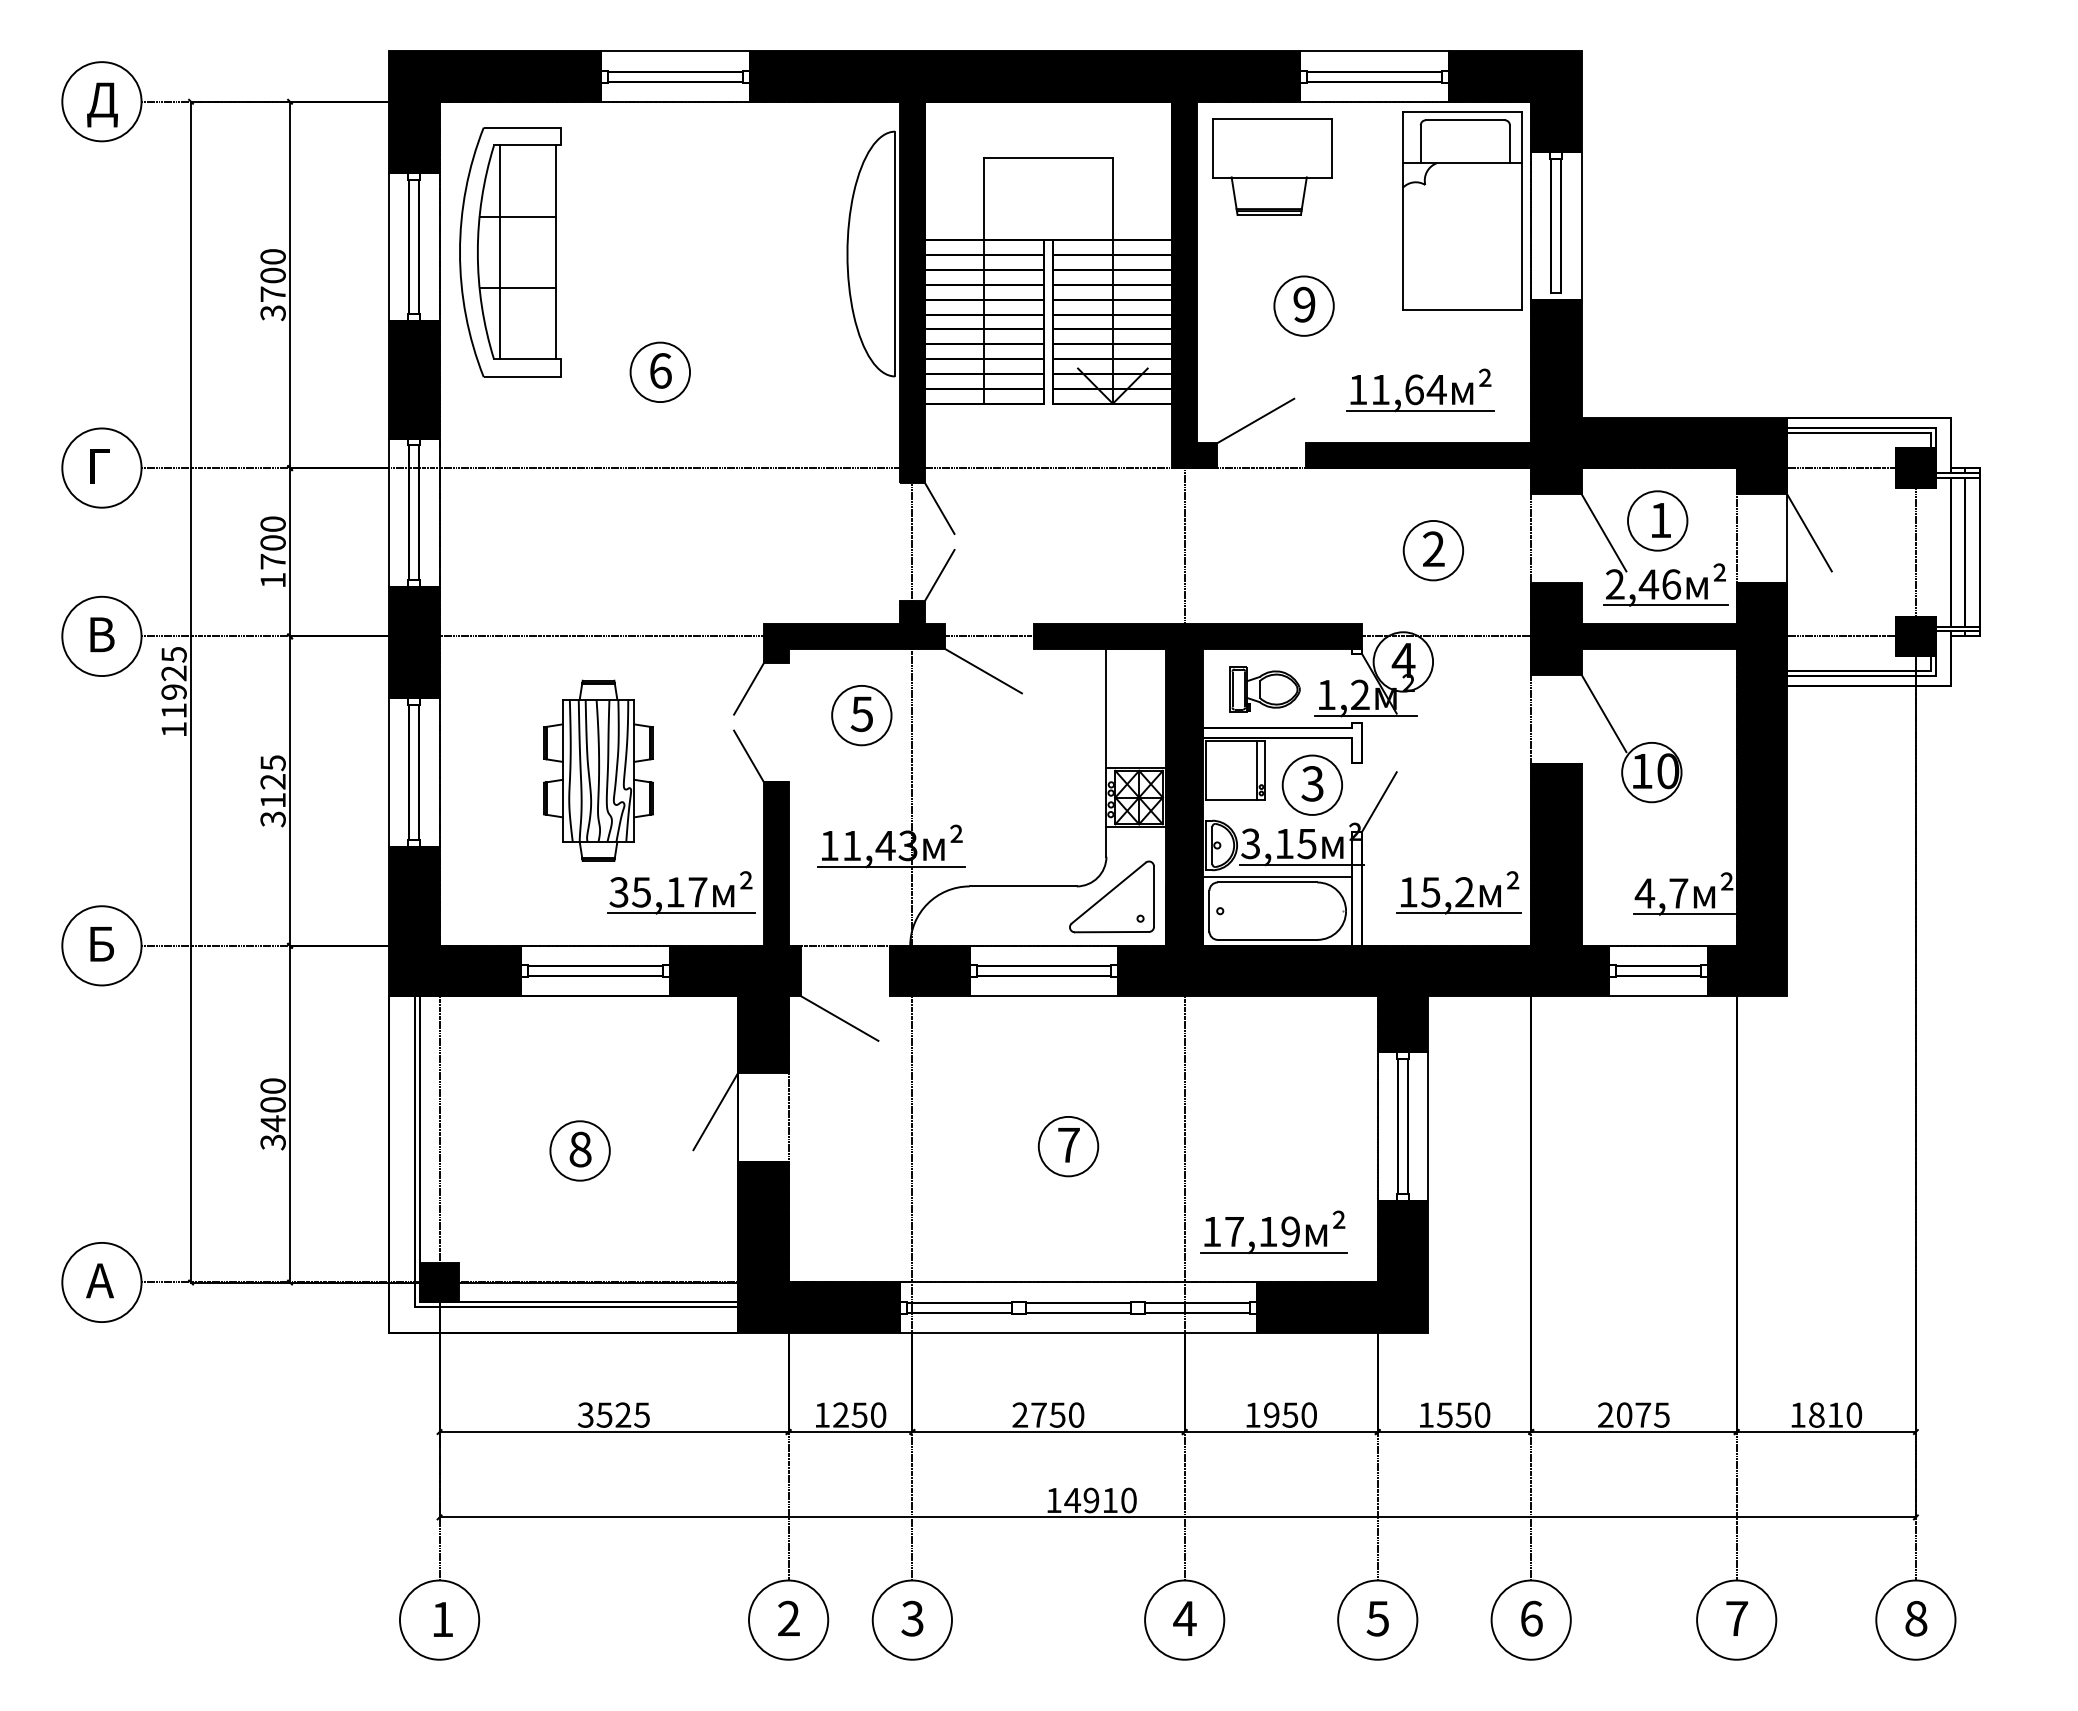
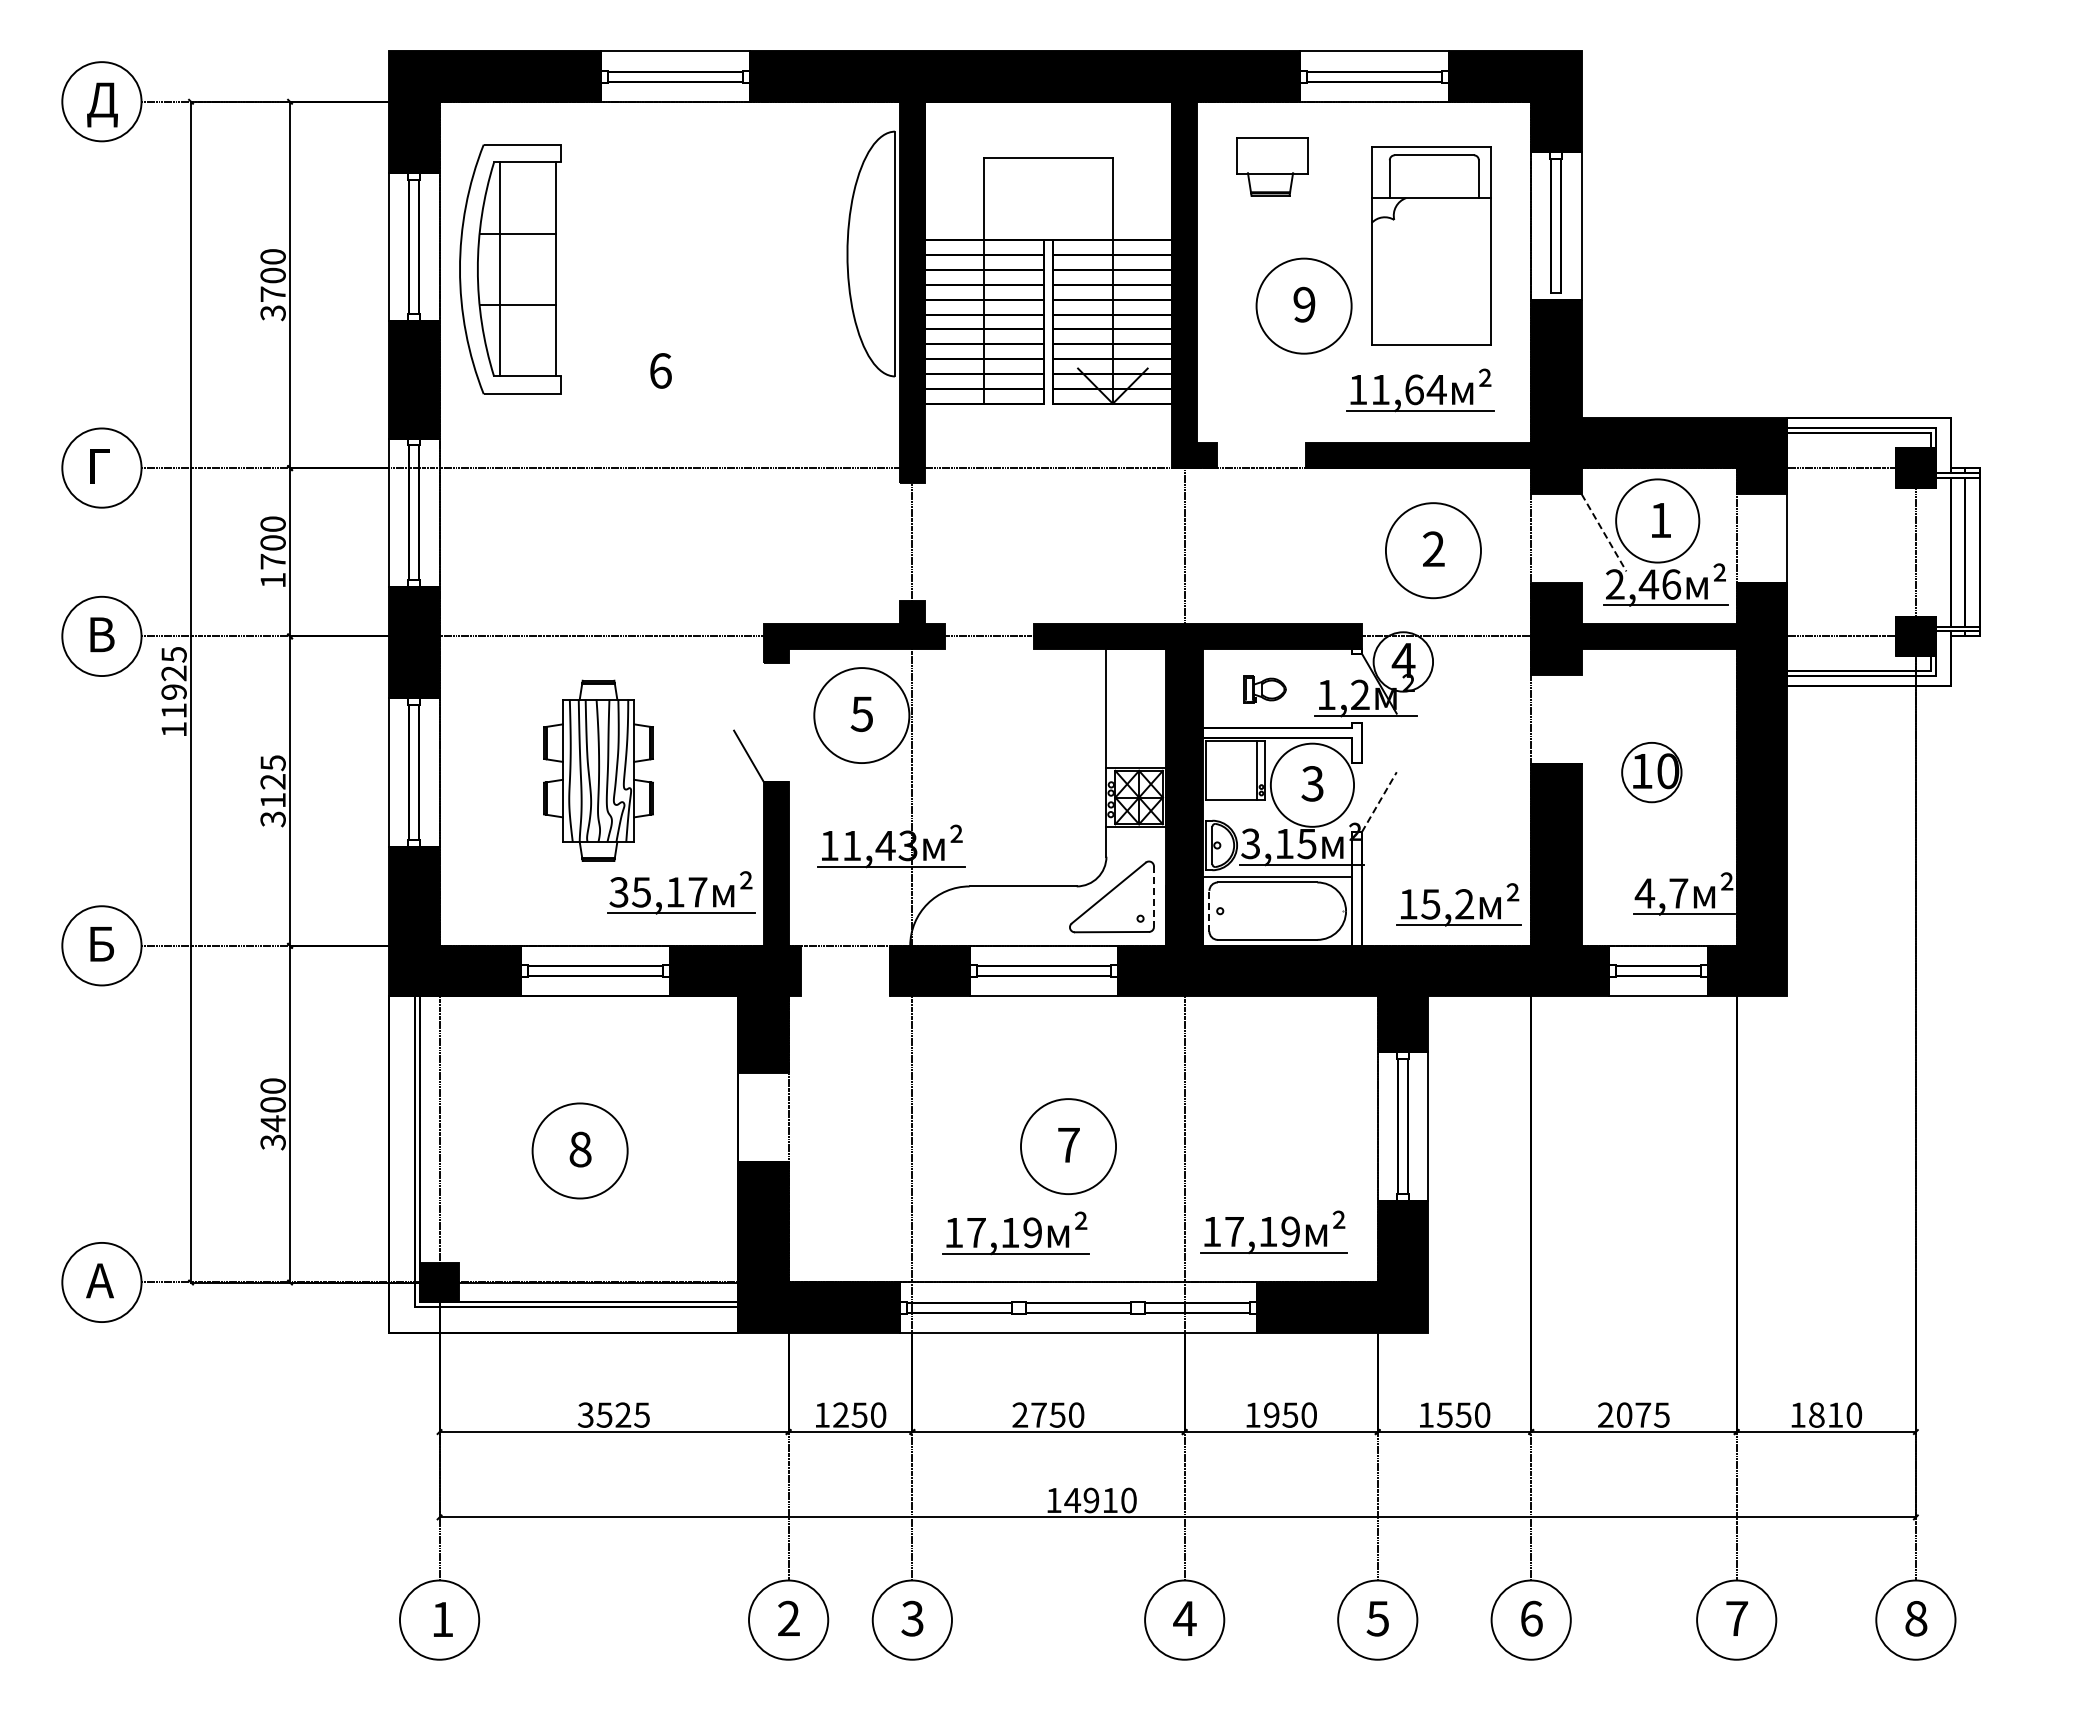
part at (1272, 166) size: 121x98 px -> 73x60 px
part at (1462, 210) position: (1462, 210) -> (1431, 245)
part at (510, 252) position: (510, 252) -> (510, 269)
circle at (1303, 305) diameter: 59 px -> 95 px
circle at (659, 371): present -> none
line at (1255, 420): present -> none
line at (939, 507): present -> none
circle at (1657, 520) diameter: 59 px -> 83 px
line at (1604, 532): solid -> dashed
line at (1809, 532): present -> none
circle at (1433, 550) diameter: 59 px -> 95 px
line at (939, 575): present -> none
line at (982, 670): present -> none
line at (748, 688): present -> none
part at (1264, 689) size: 72x47 px -> 44x29 px
line at (1603, 713): present -> none
circle at (861, 715) diameter: 59 px -> 95 px
circle at (1312, 784) diameter: 59 px -> 83 px
line at (1379, 802): solid -> dashed
part at (1464, 895) position: (1464, 895) -> (1464, 907)
line at (1153, 897): solid -> dashed
line at (1209, 910): solid -> dashed
line at (839, 1018): present -> none
line at (715, 1111): present -> none
circle at (1068, 1146) diameter: 59 px -> 95 px
circle at (579, 1150) diameter: 59 px -> 95 px
part at (1015, 1233): none -> present
